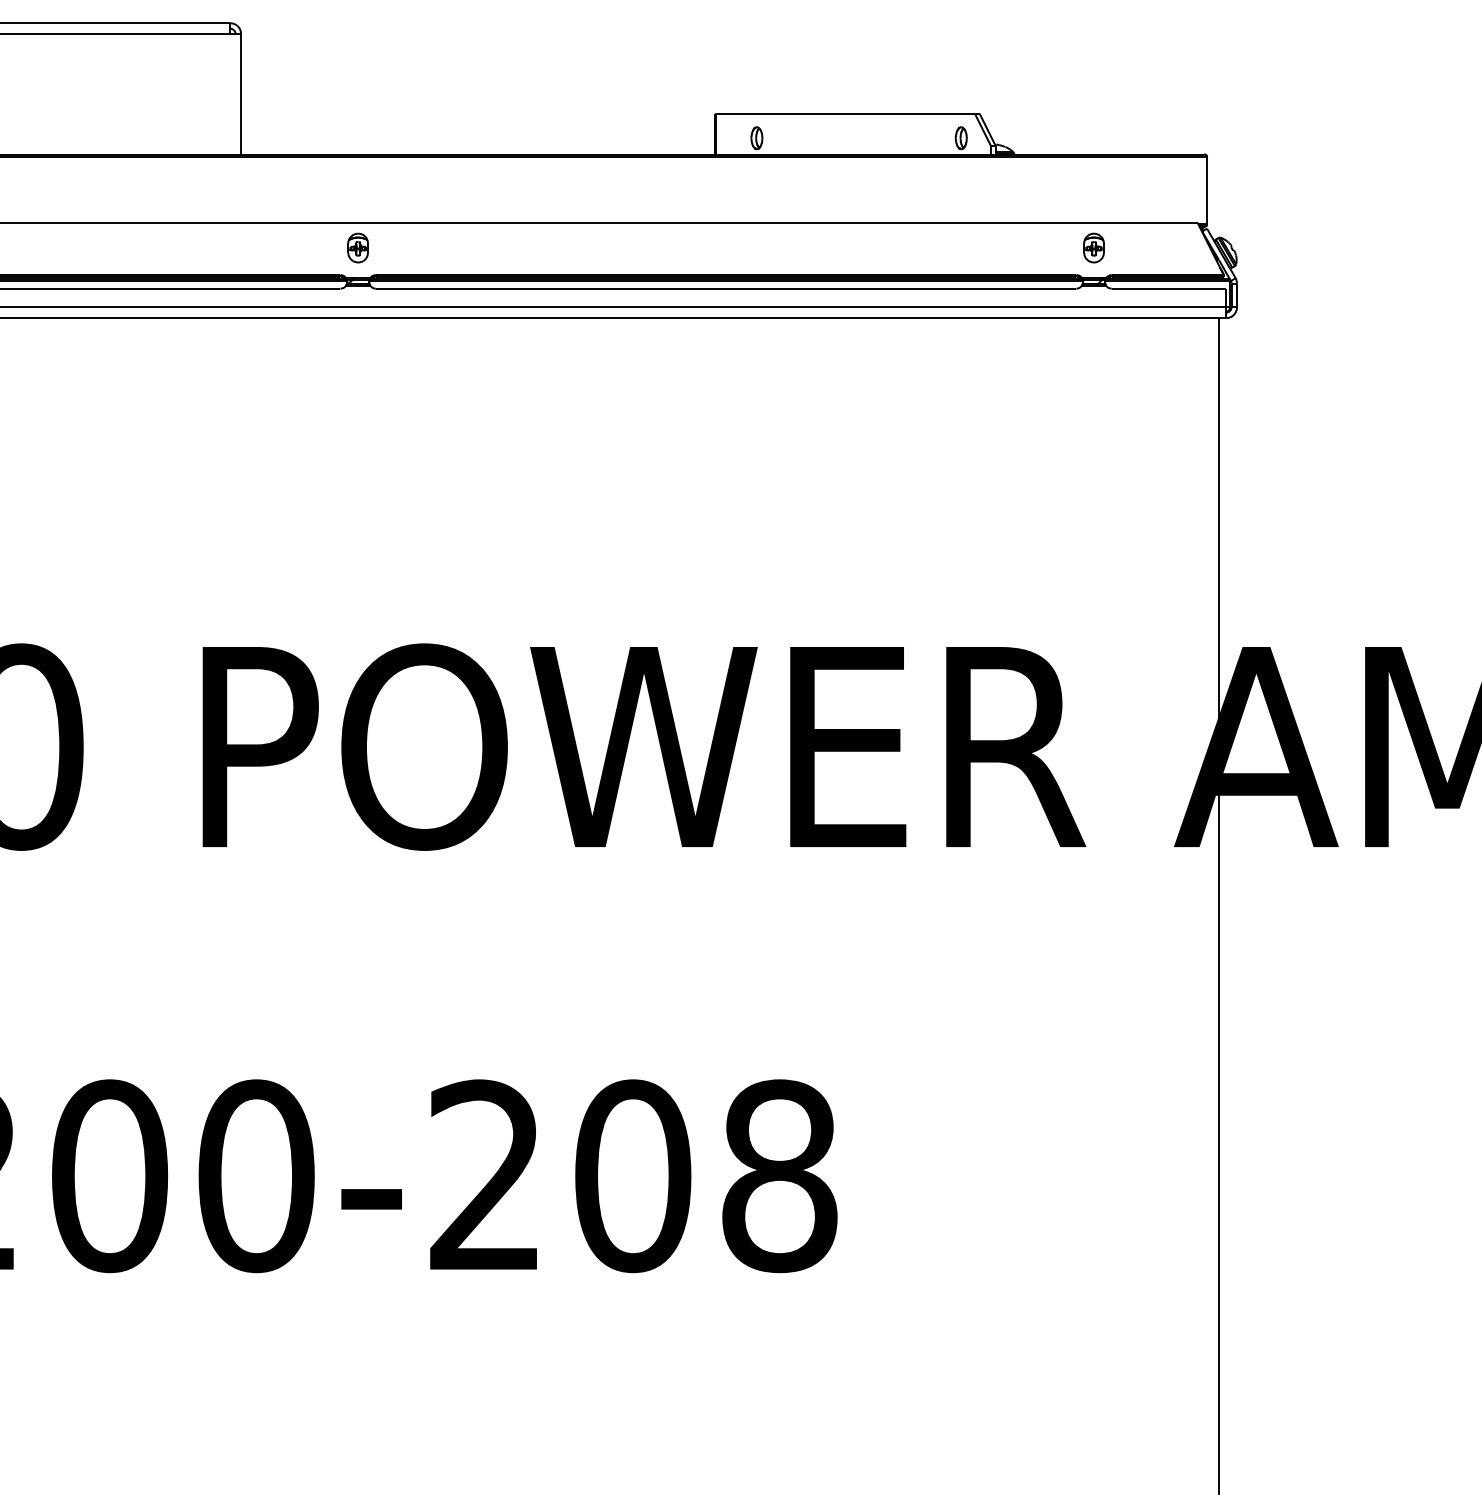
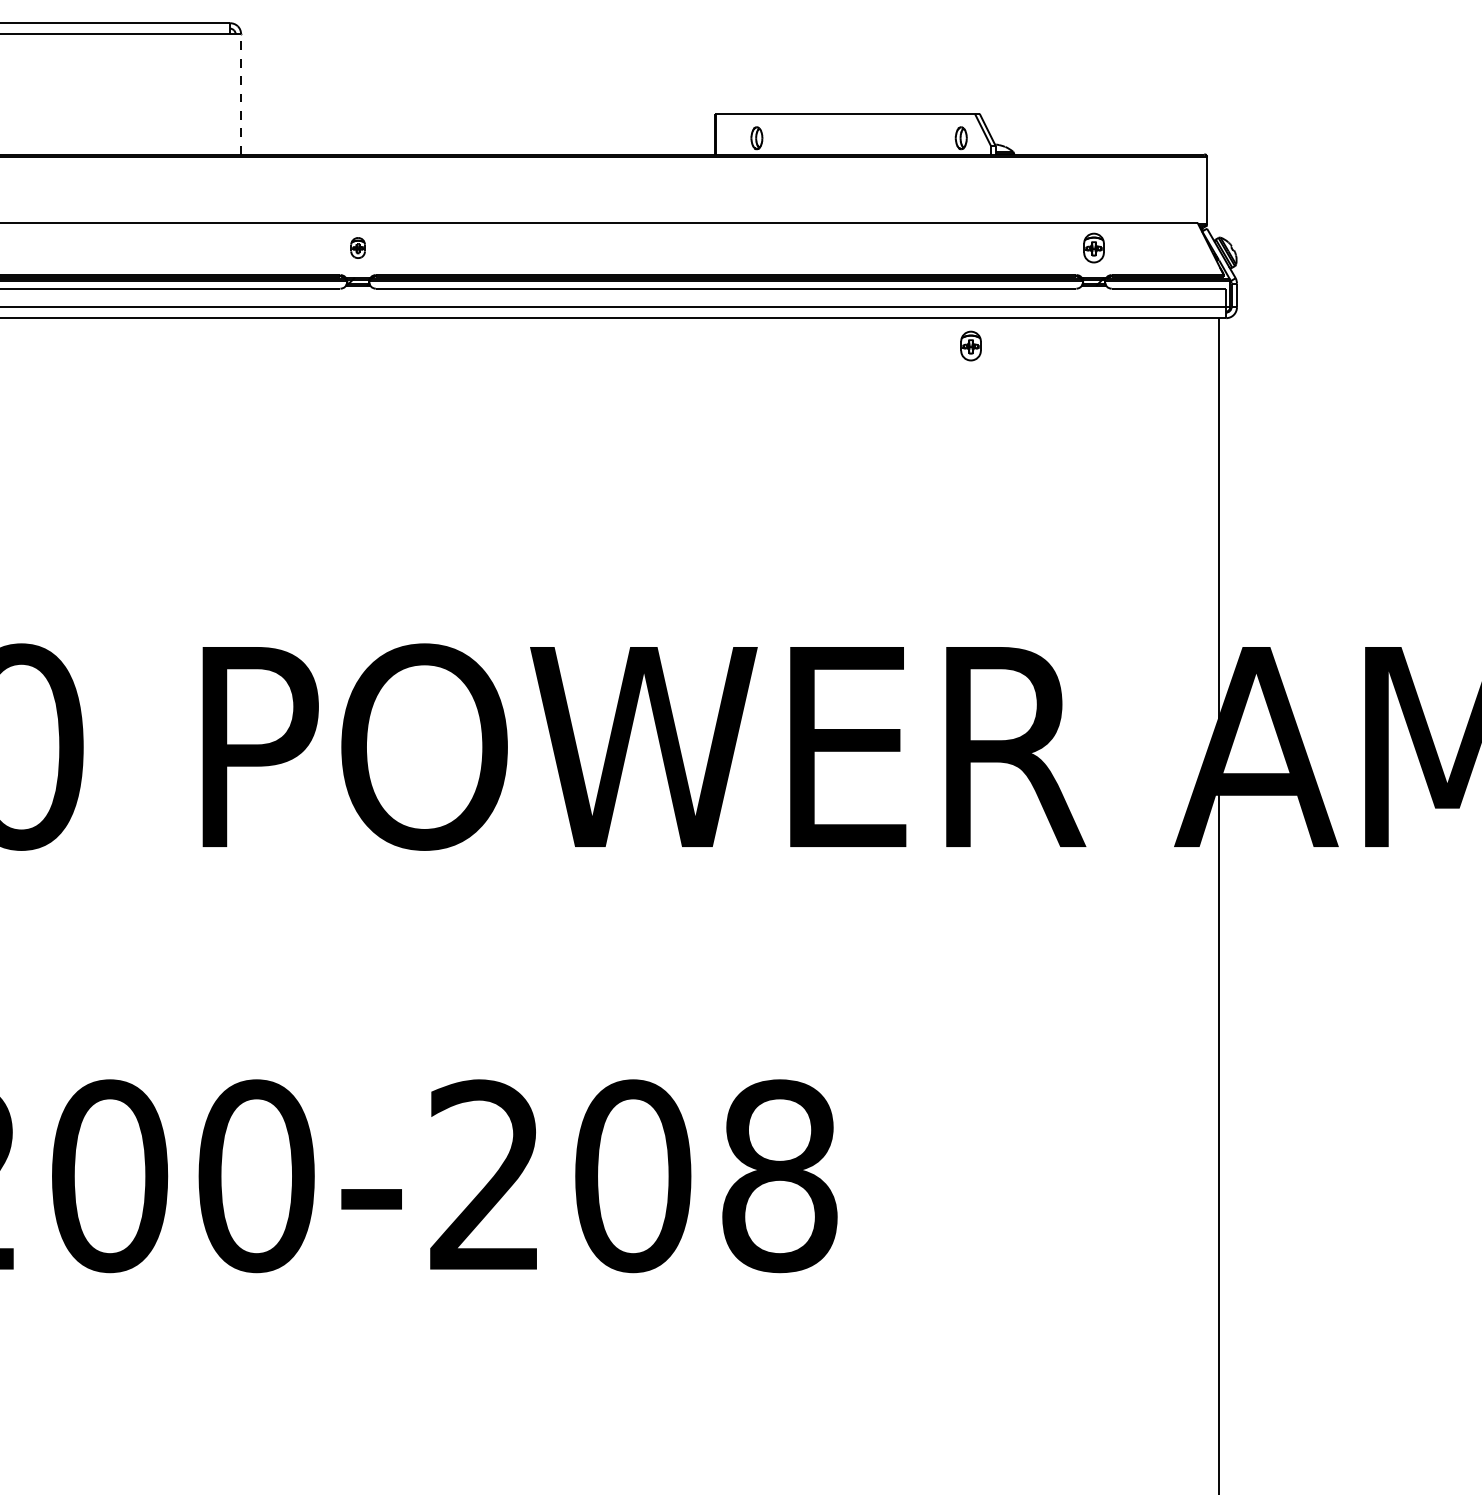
line at (241, 93): solid -> dashed
part at (357, 247) size: 22x32 px -> 16x22 px
part at (970, 345): none -> present
